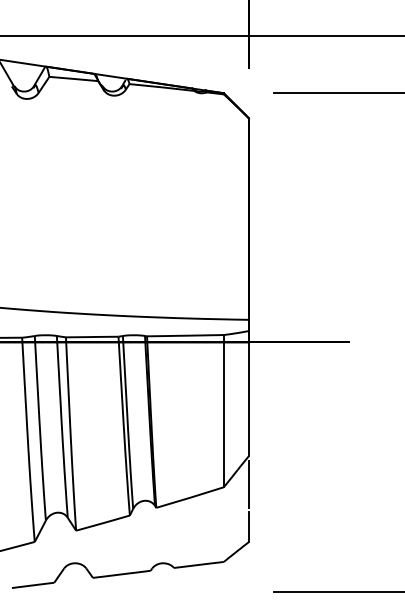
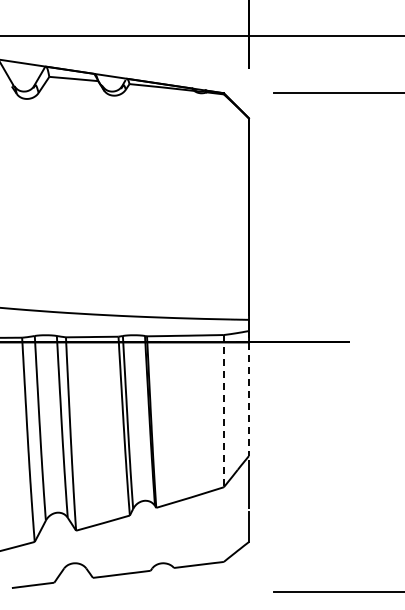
line at (249, 393): solid -> dashed
line at (223, 411): solid -> dashed
